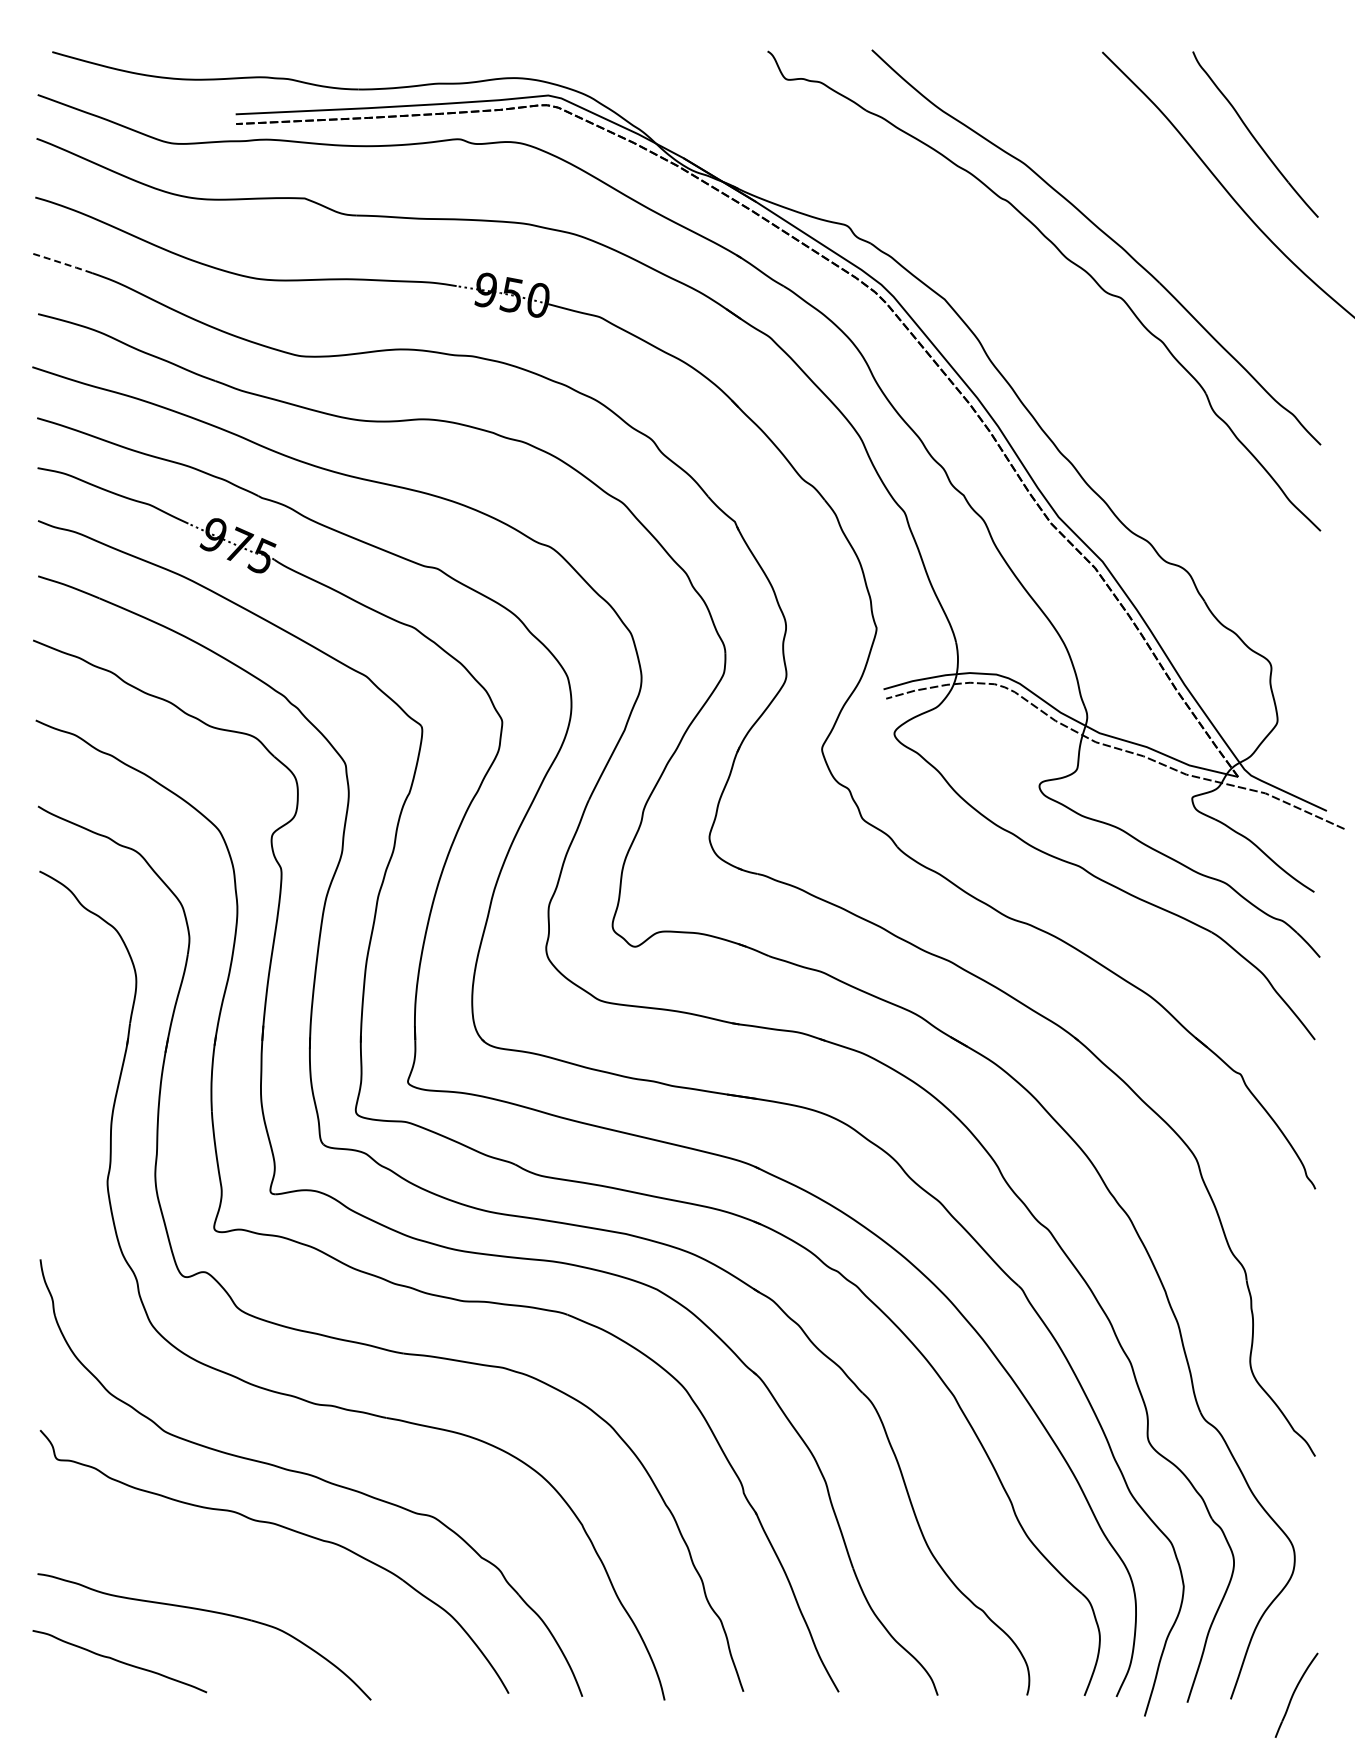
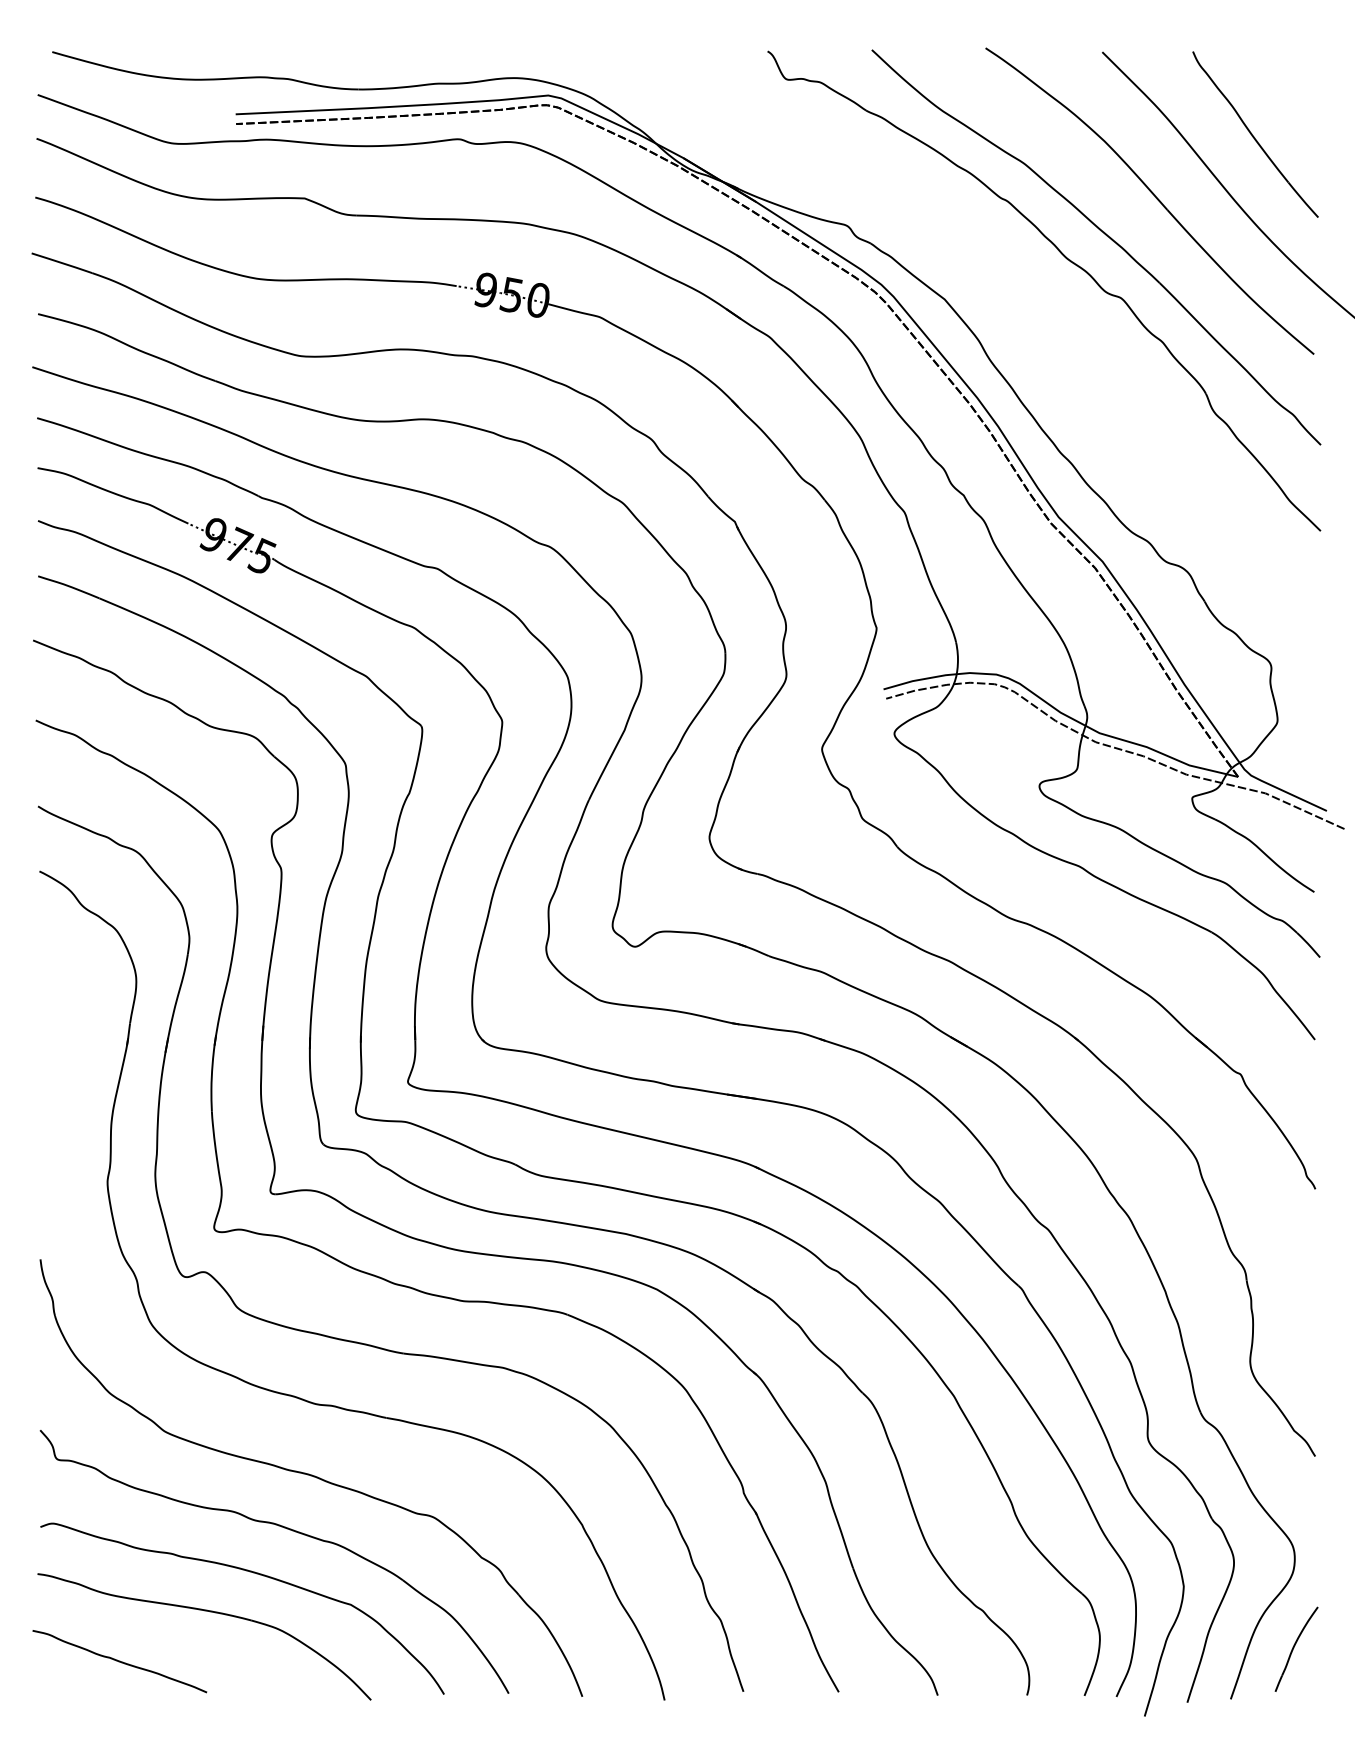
part at (1155, 198): none -> present
line at (61, 262): dashed -> solid
curve at (249, 1572): none -> present
part at (1296, 1694) position: (1296, 1694) -> (1296, 1648)
